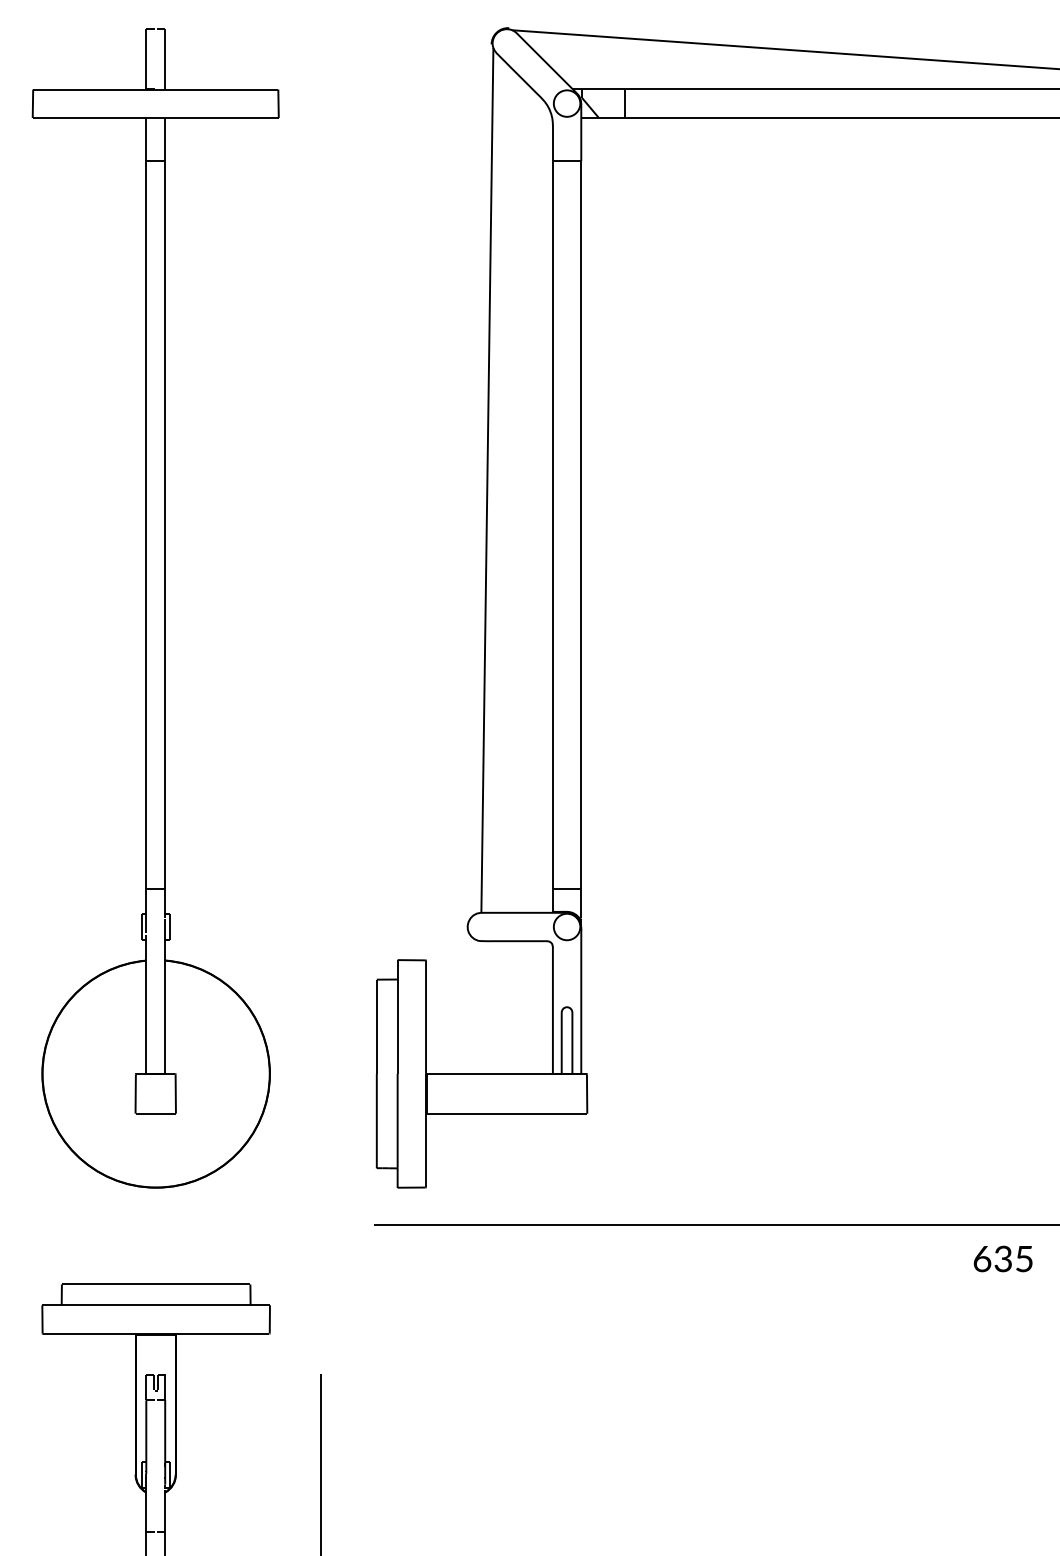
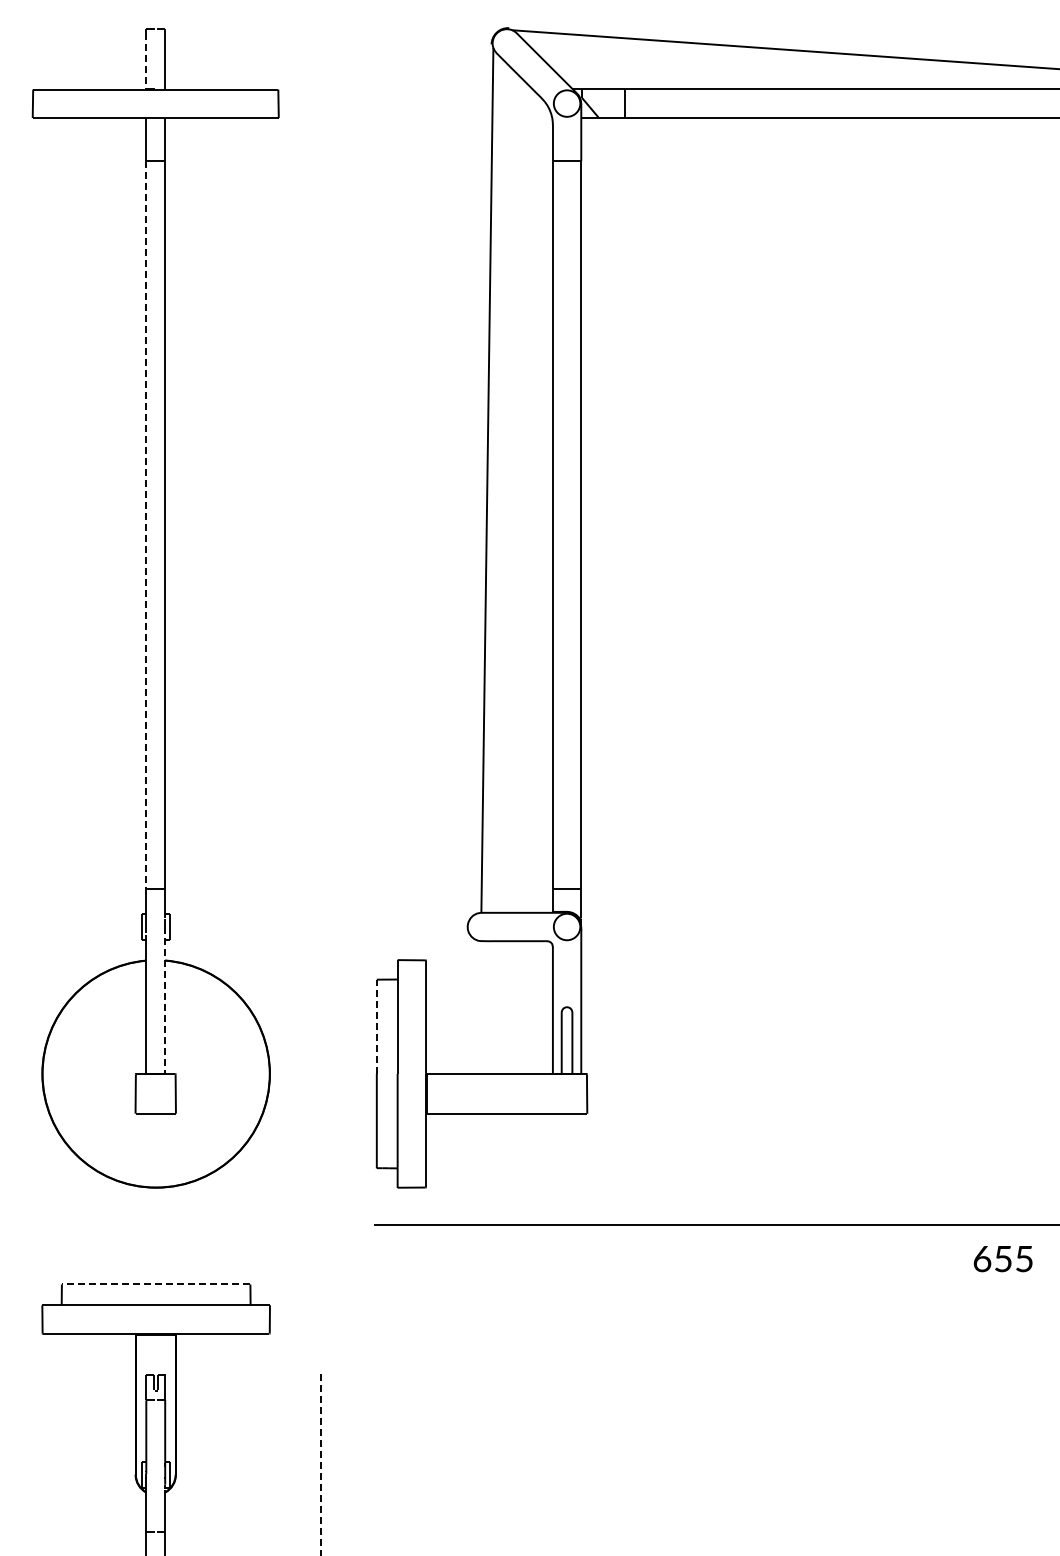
line at (146, 61): solid -> dashed
line at (146, 524): solid -> dashed
line at (165, 1000): solid -> dashed
line at (376, 1026): solid -> dashed
text at (1002, 1258): 635 -> 655
line at (155, 1284): solid -> dashed
line at (321, 1465): solid -> dashed
